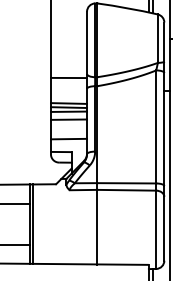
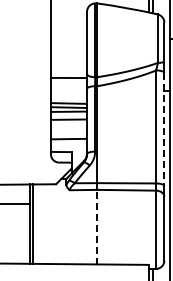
line at (164, 129): solid -> dashed
line at (97, 226): solid -> dashed
line at (16, 244): present -> none
